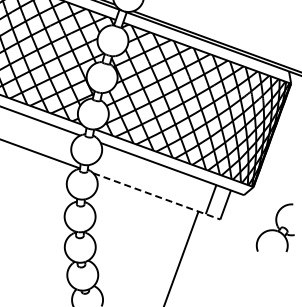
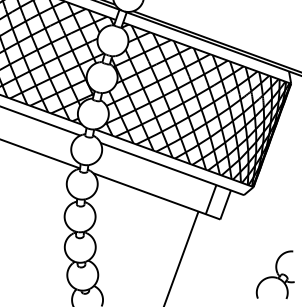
line at (156, 196): dashed -> solid
part at (274, 227) position: (274, 227) -> (274, 274)
